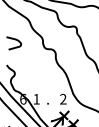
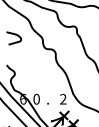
curve at (14, 40) position: (14, 40) -> (14, 35)
text at (36, 98): 1 -> 0
